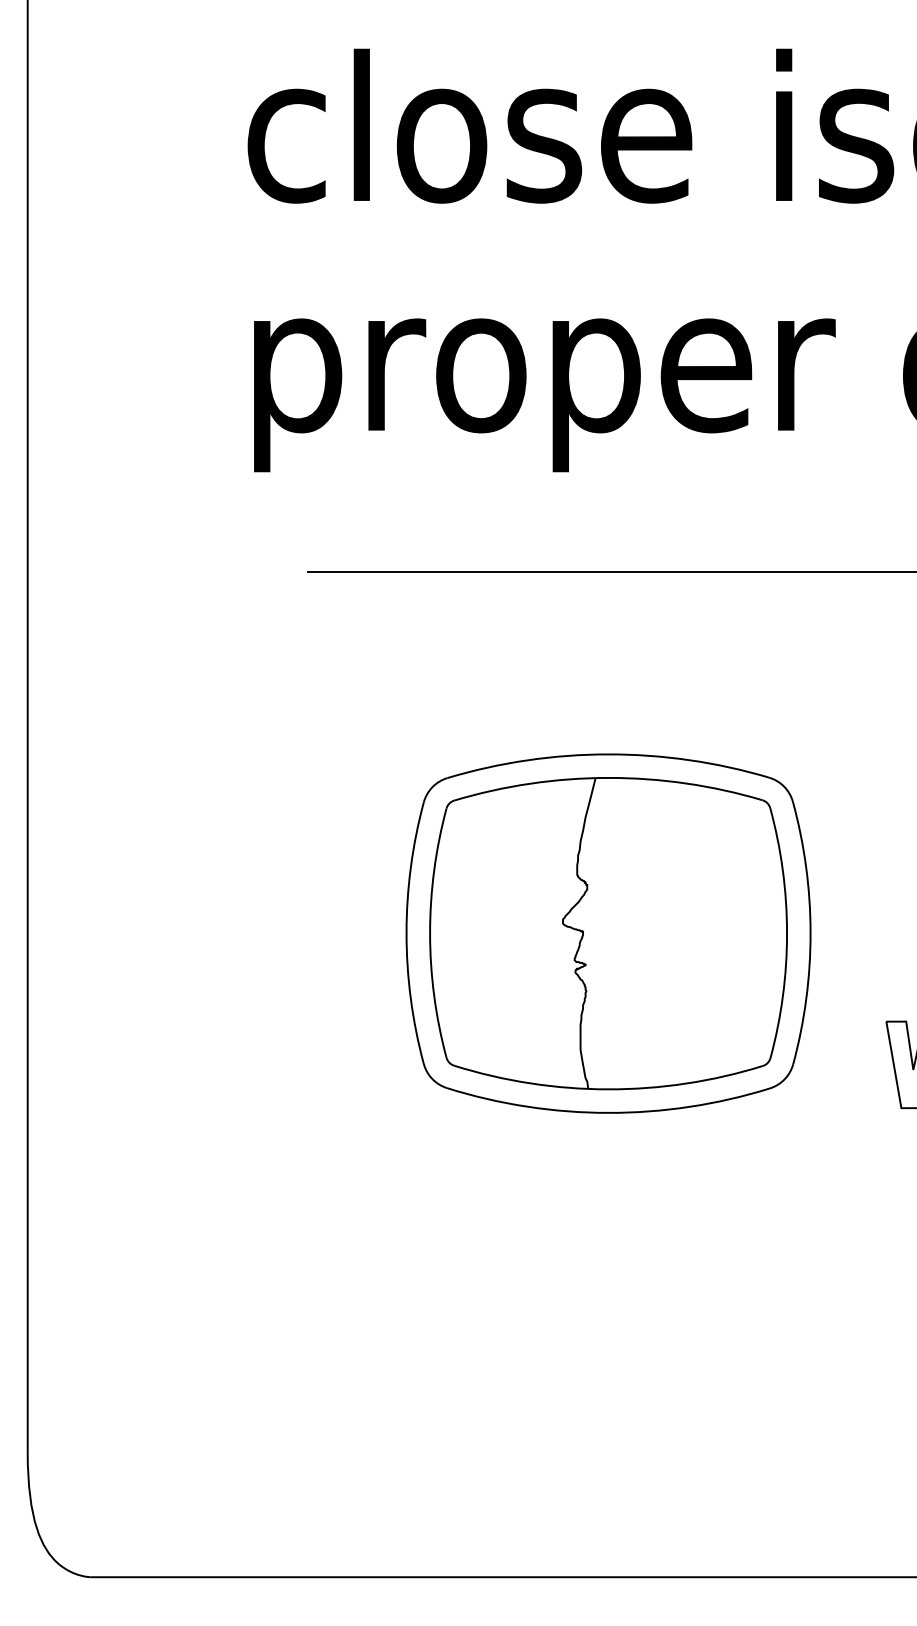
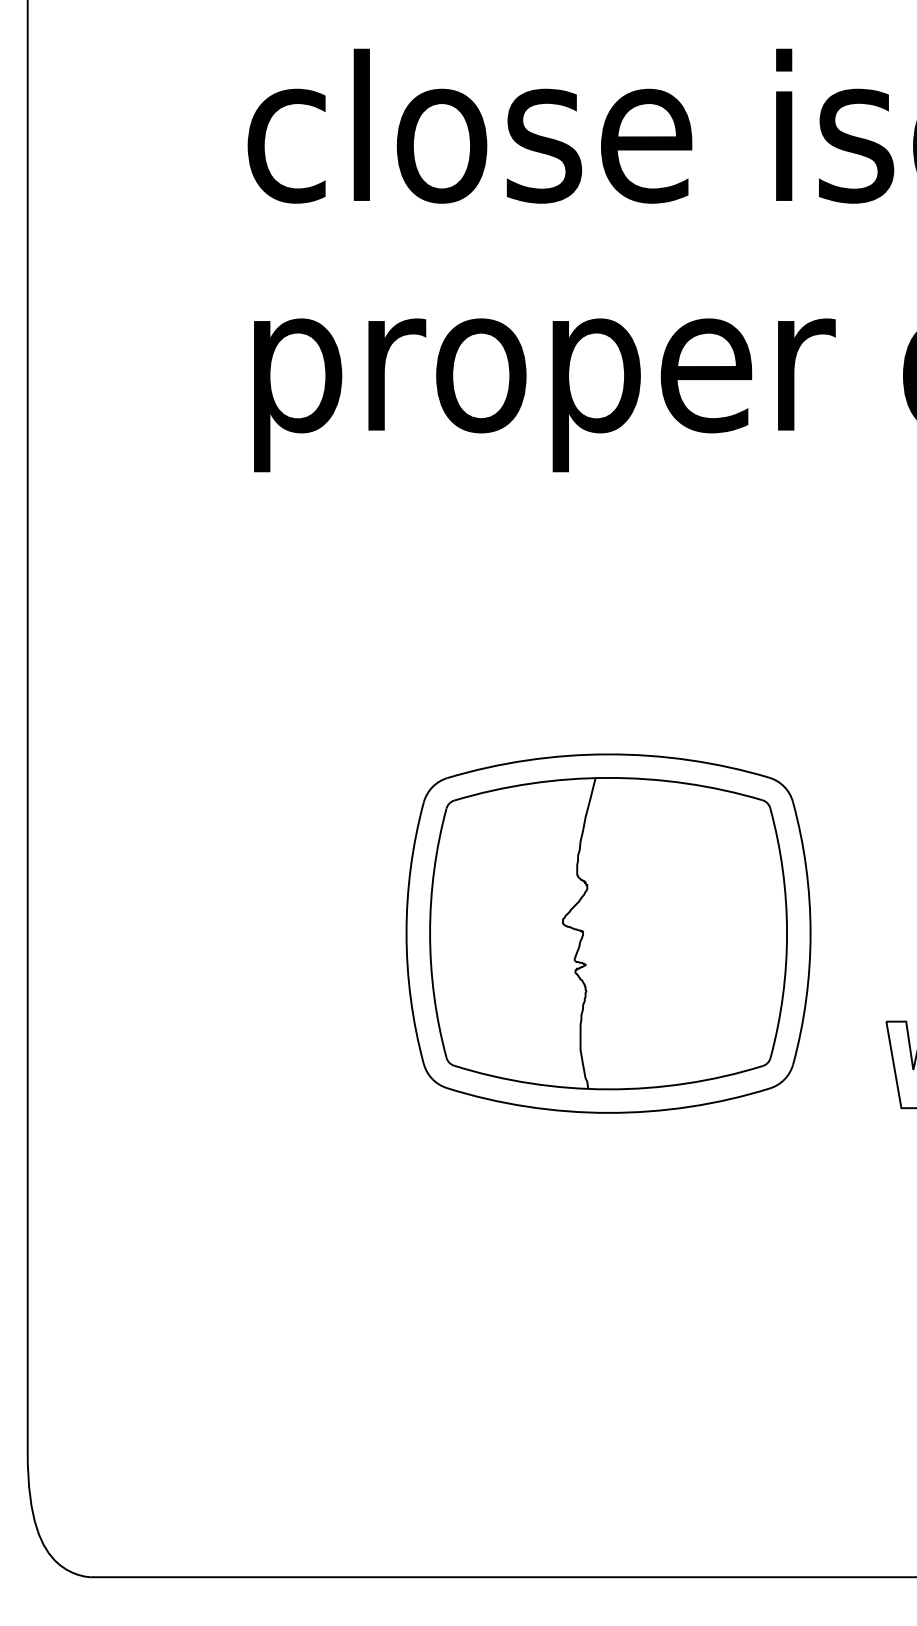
line at (610, 572): present -> none
